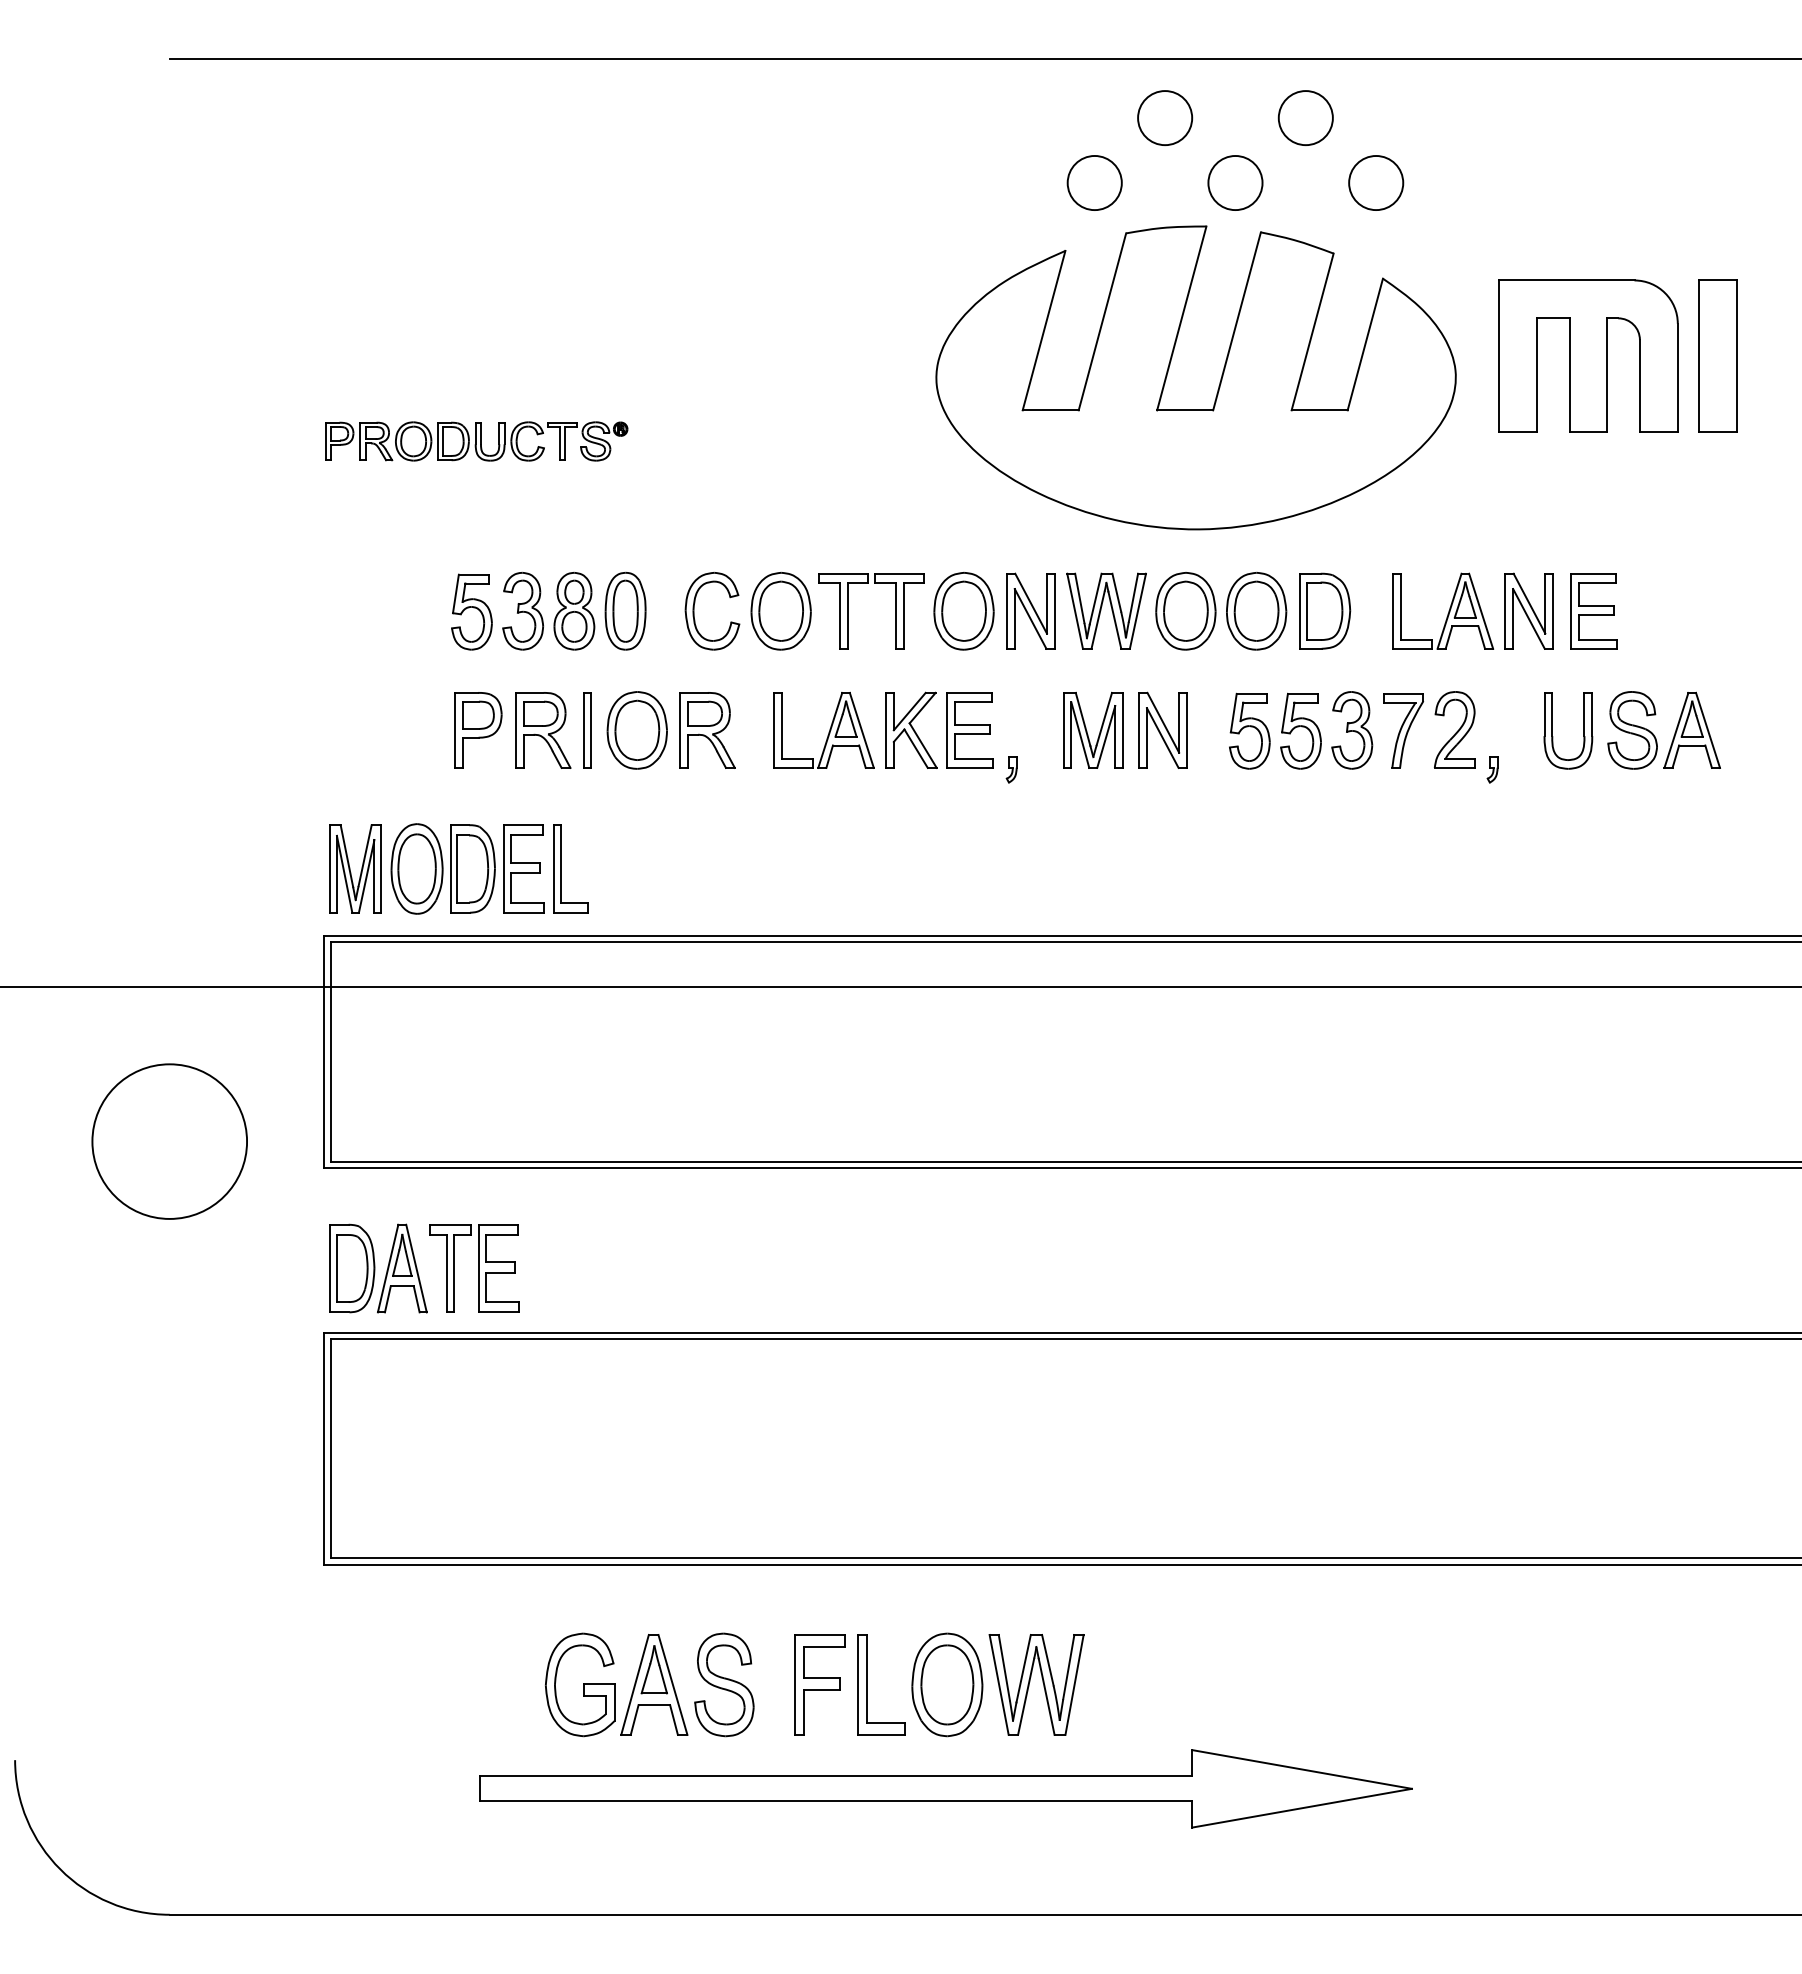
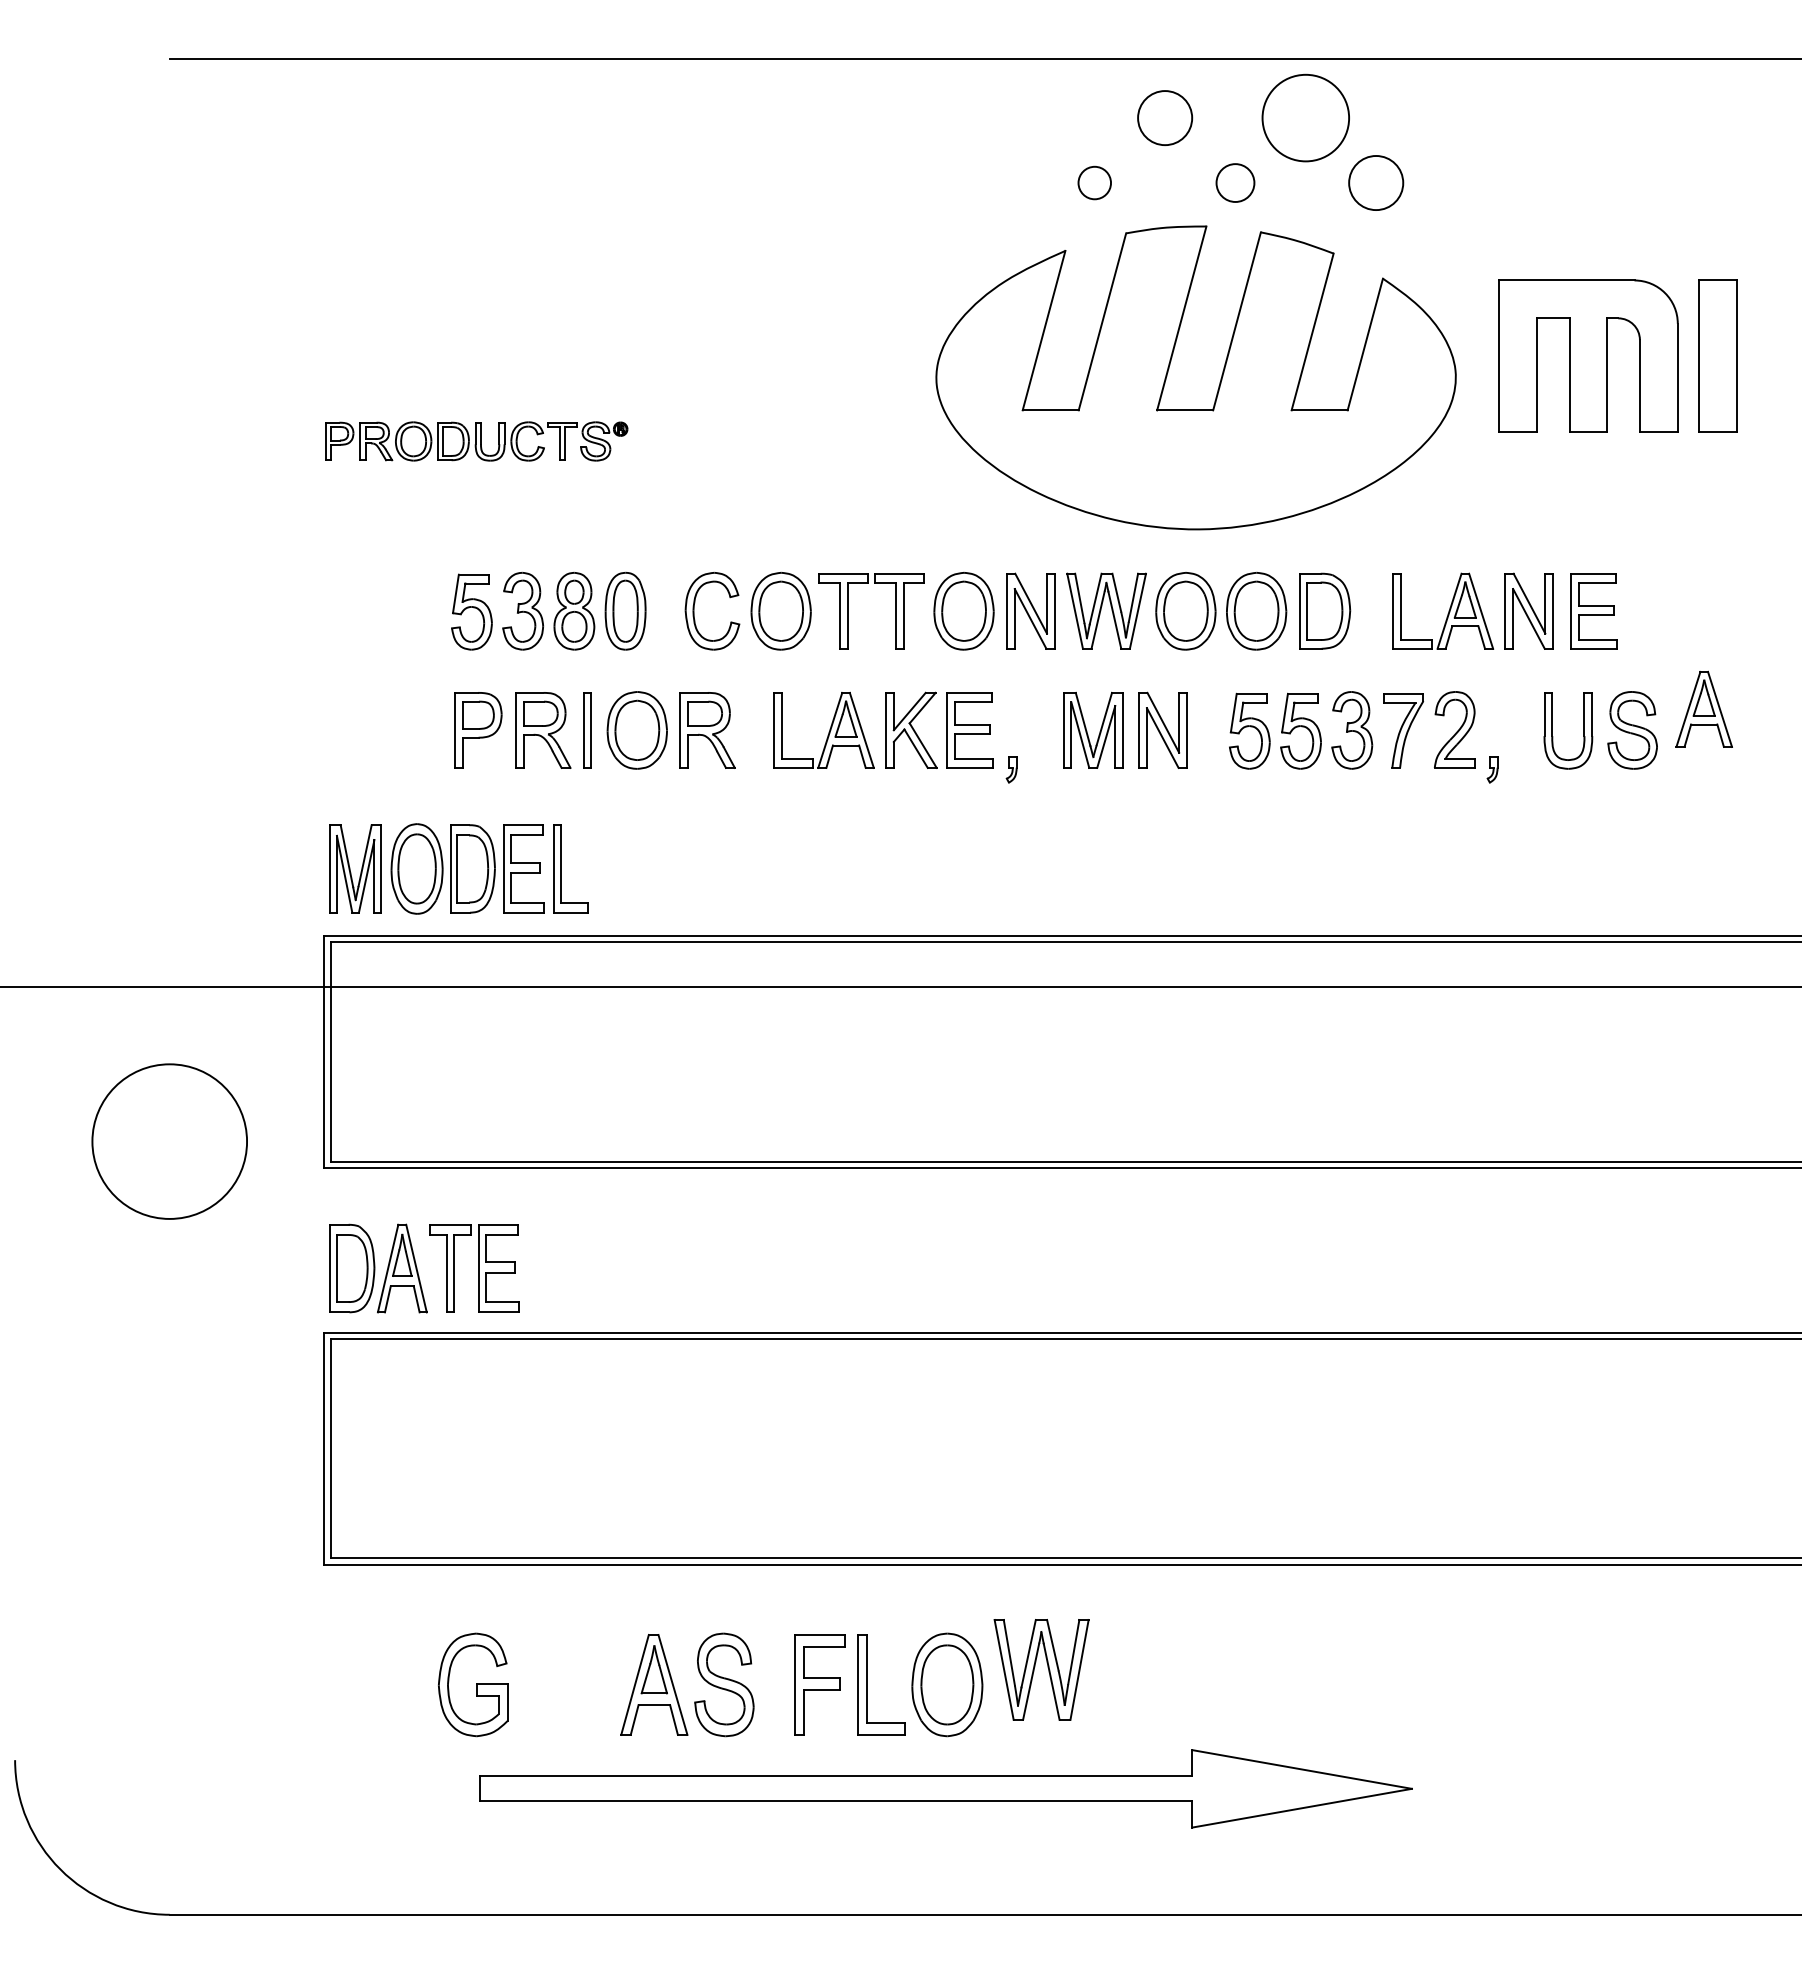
circle at (1305, 118) diameter: 54 px -> 87 px
circle at (1094, 182) diameter: 54 px -> 32 px
circle at (1235, 183) diameter: 54 px -> 38 px
part at (1691, 729) position: (1691, 729) -> (1703, 708)
part at (1030, 1682) position: (1030, 1682) -> (1035, 1667)
part at (580, 1684) position: (580, 1684) -> (473, 1684)
